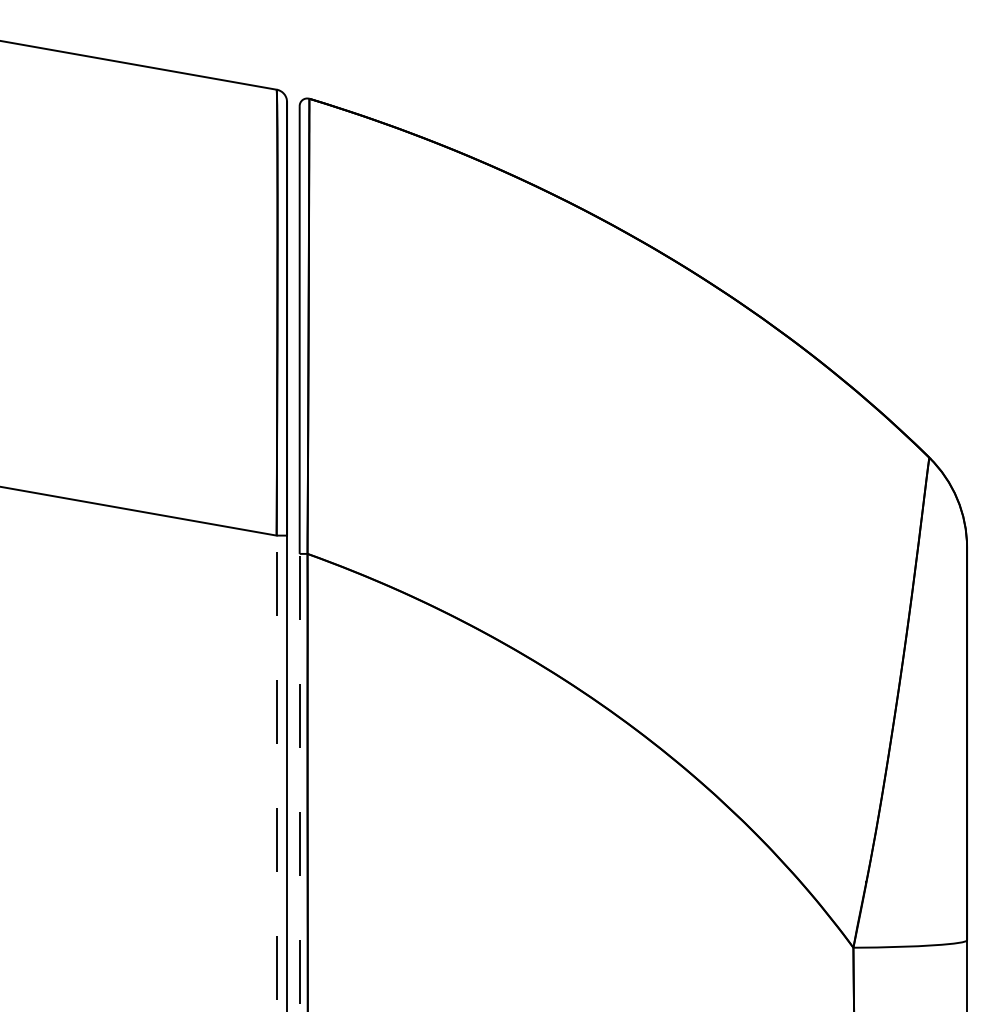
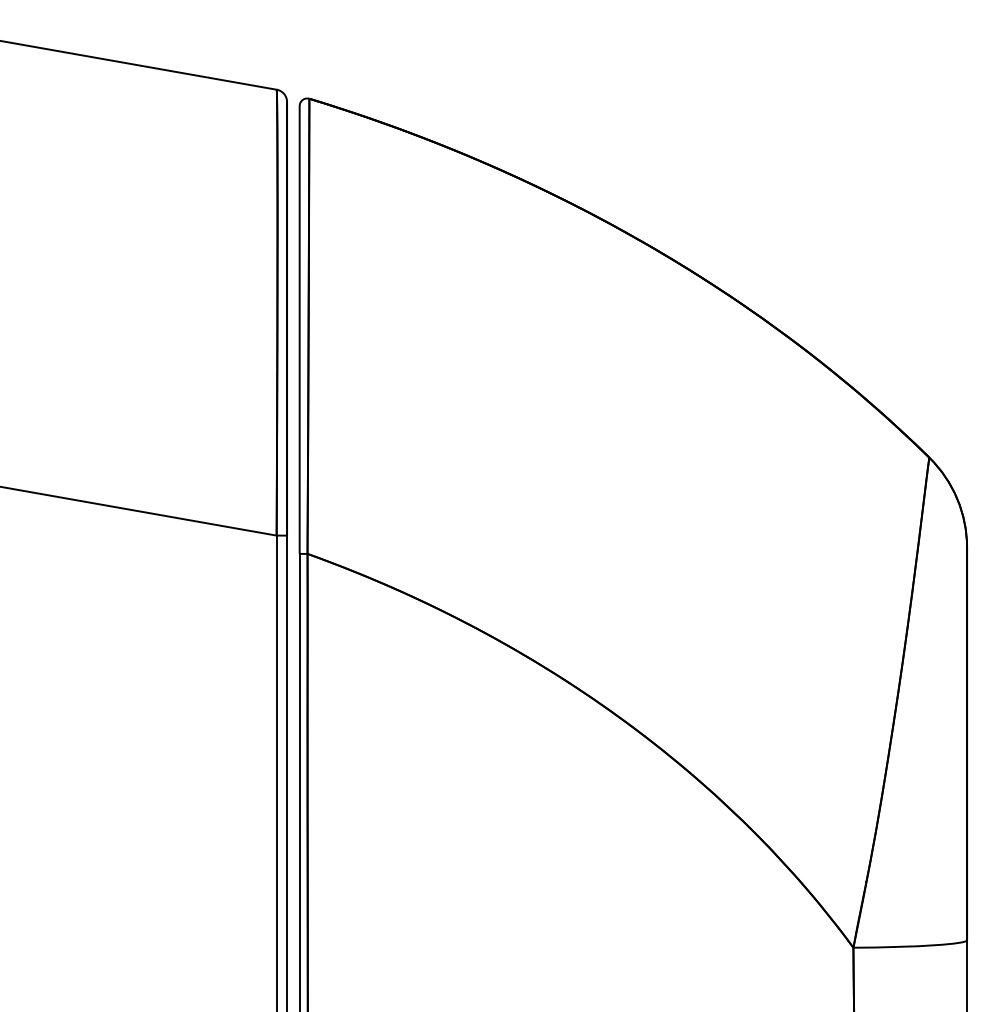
line at (276, 773): dashed -> solid
line at (299, 782): dashed -> solid
